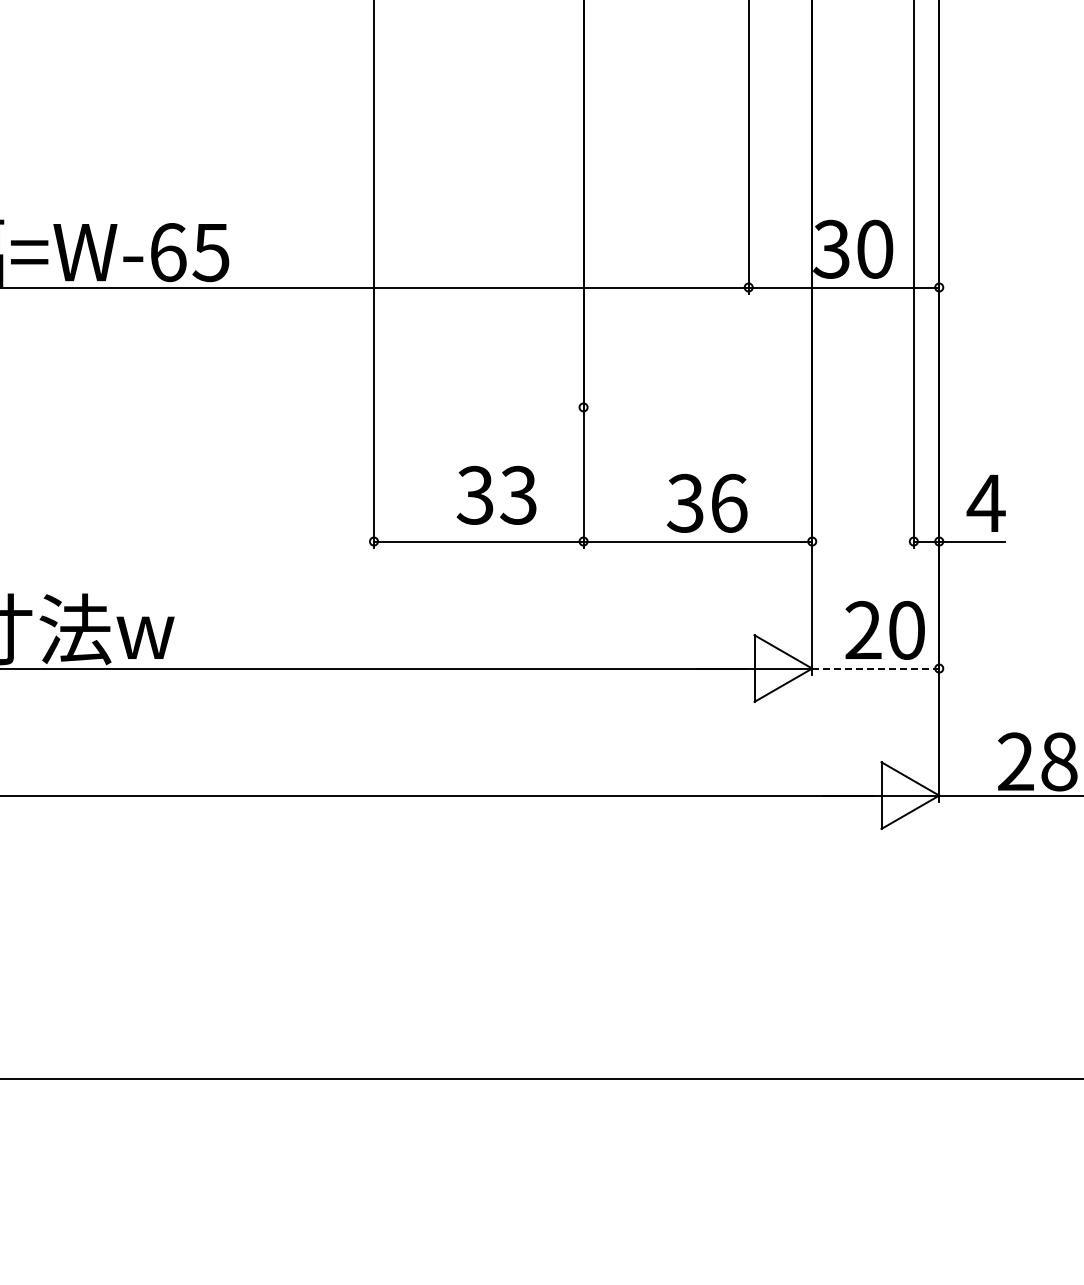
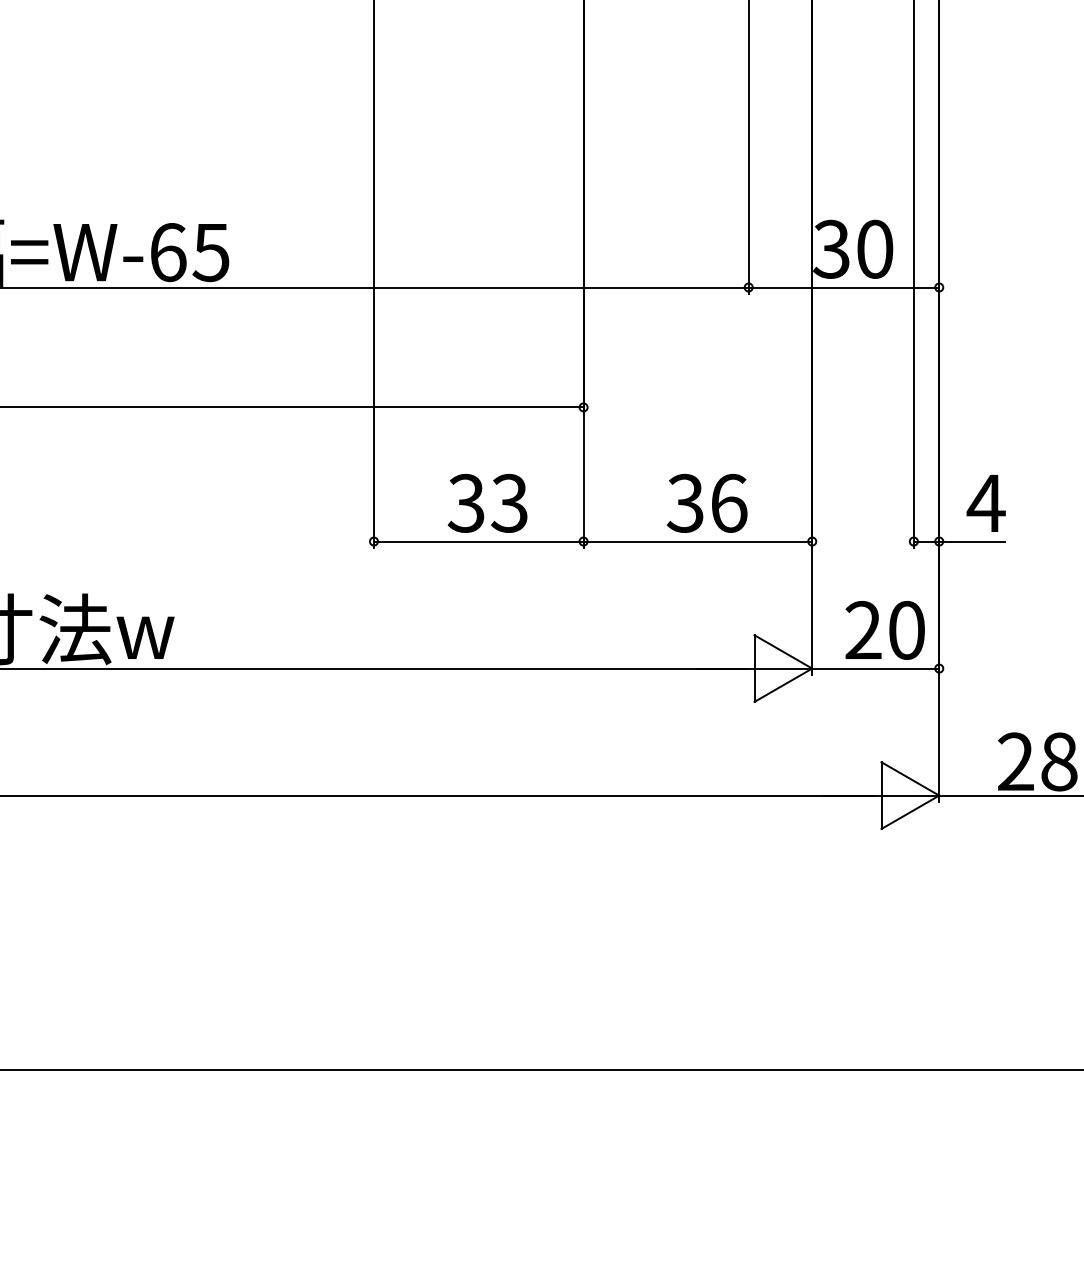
line at (292, 407): none -> present
text at (496, 494) position: (496, 494) -> (487, 502)
line at (875, 668): dashed -> solid
line at (541, 1078) position: (541, 1078) -> (541, 1069)
